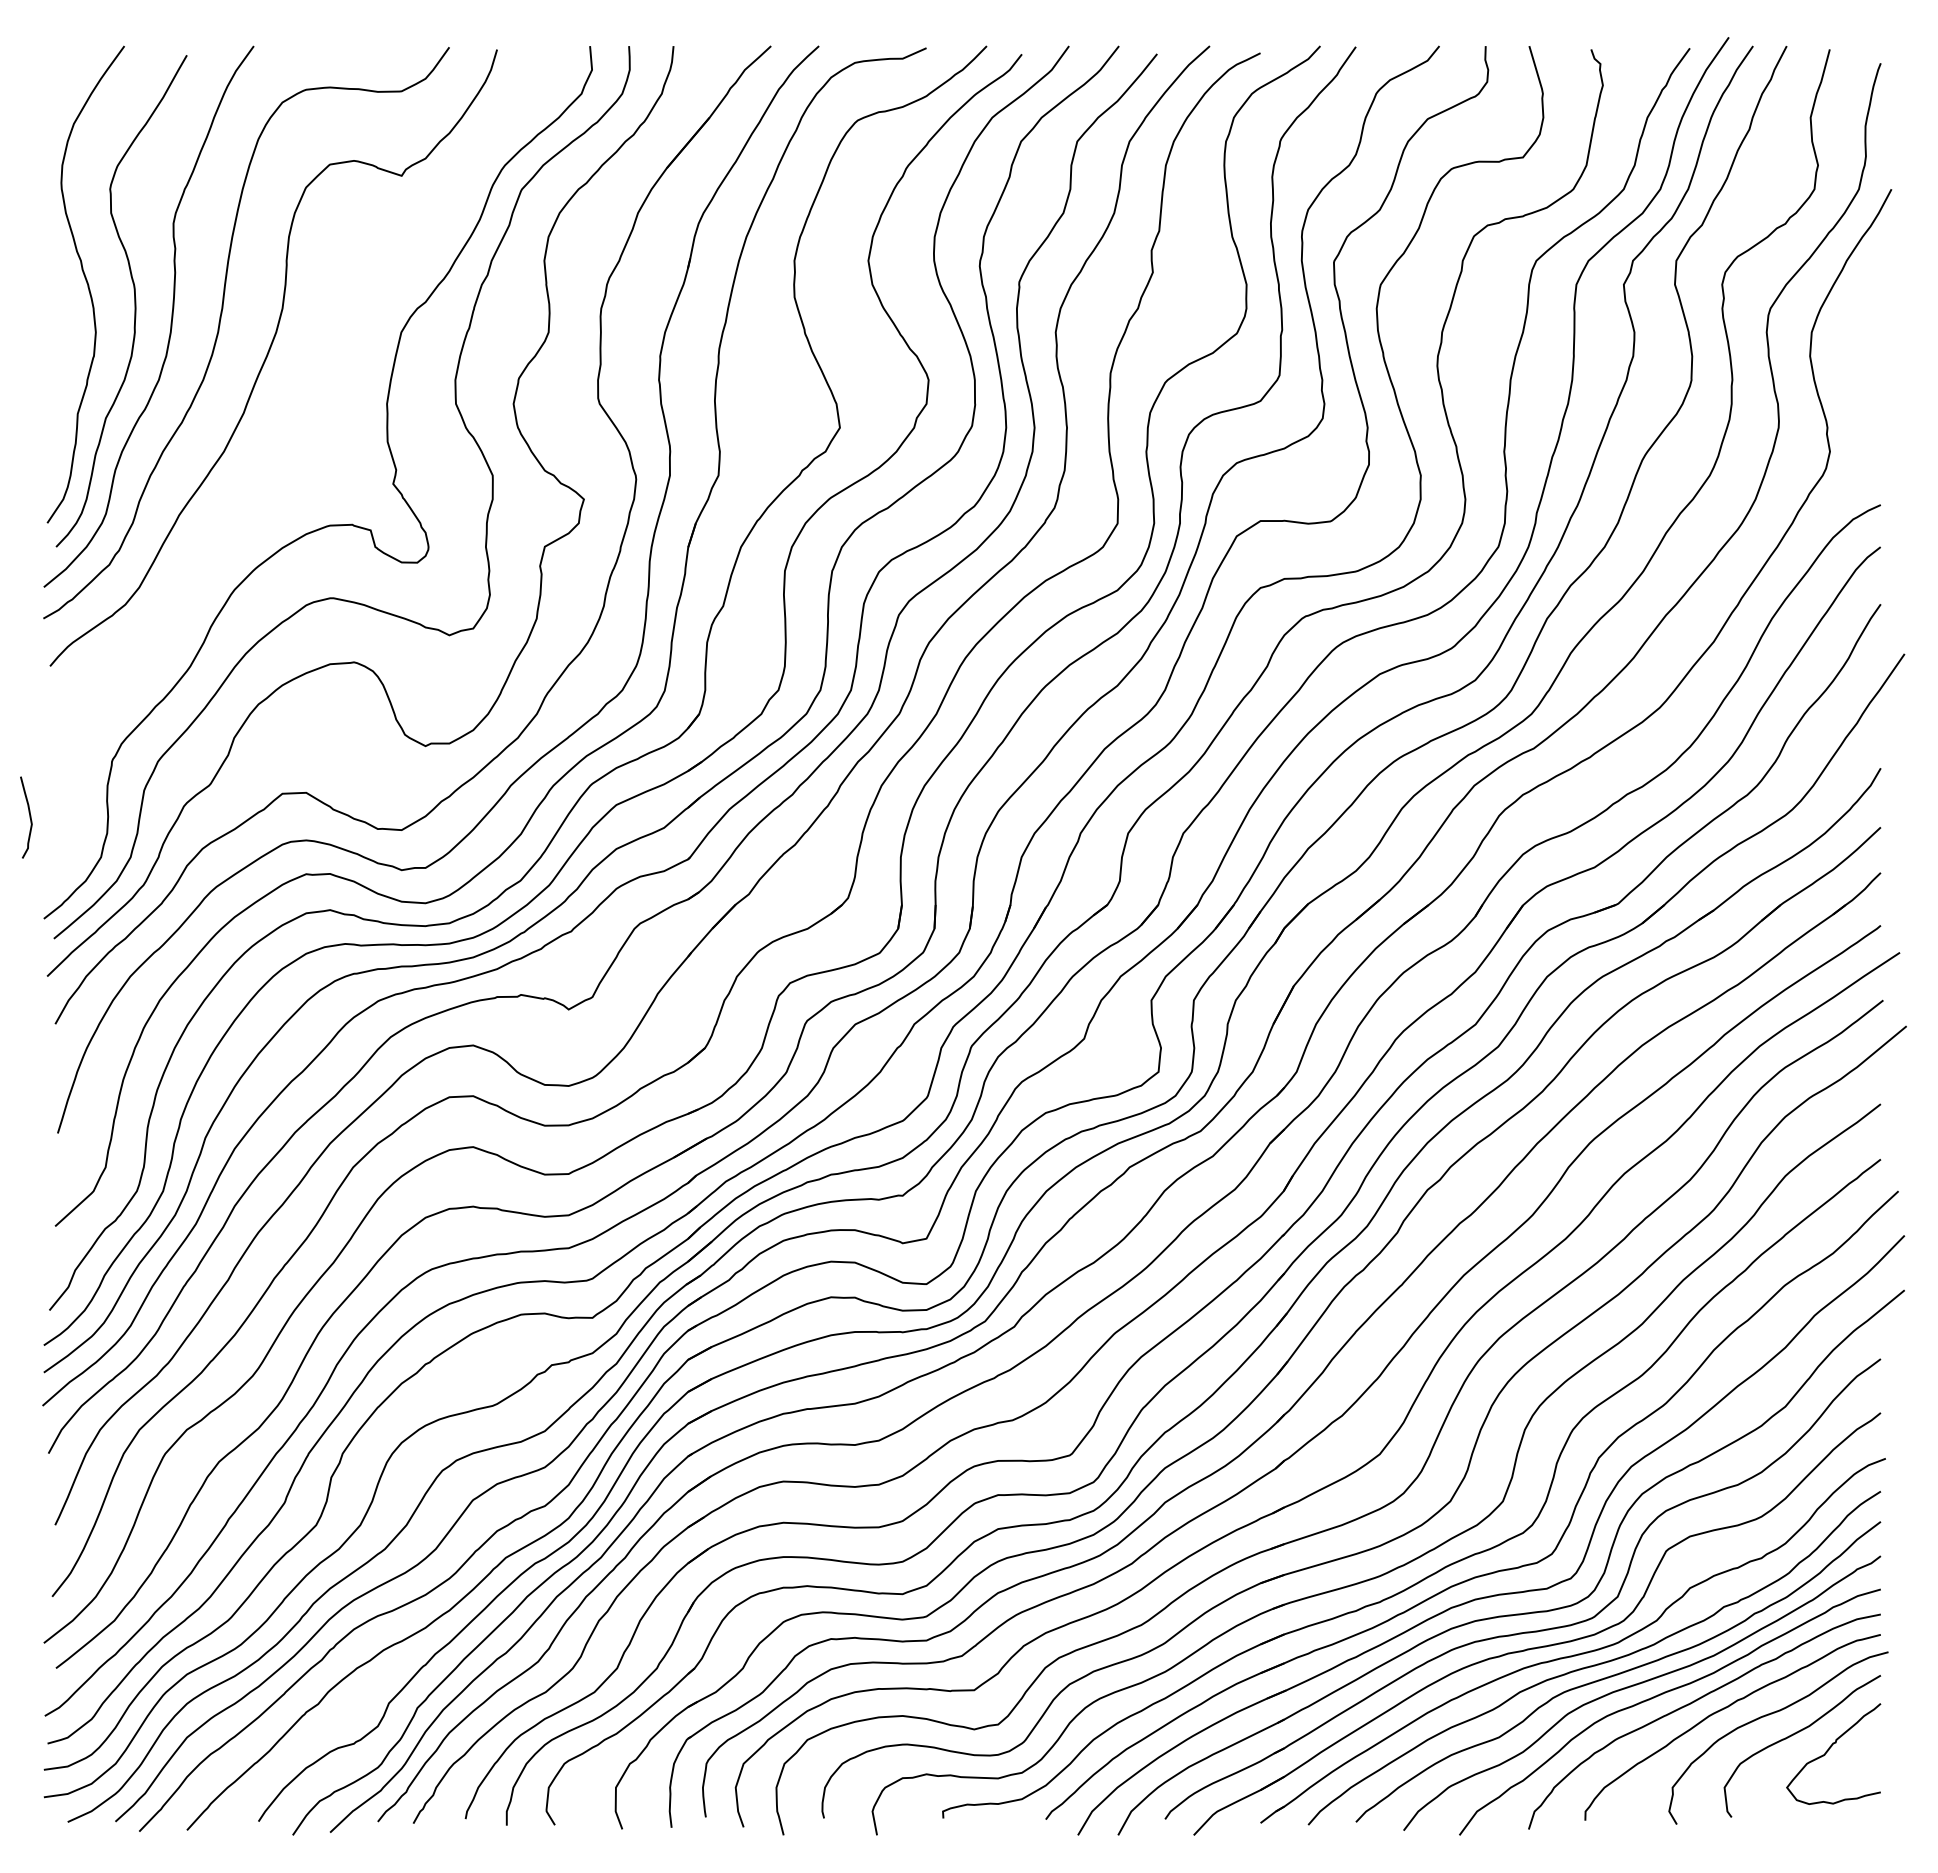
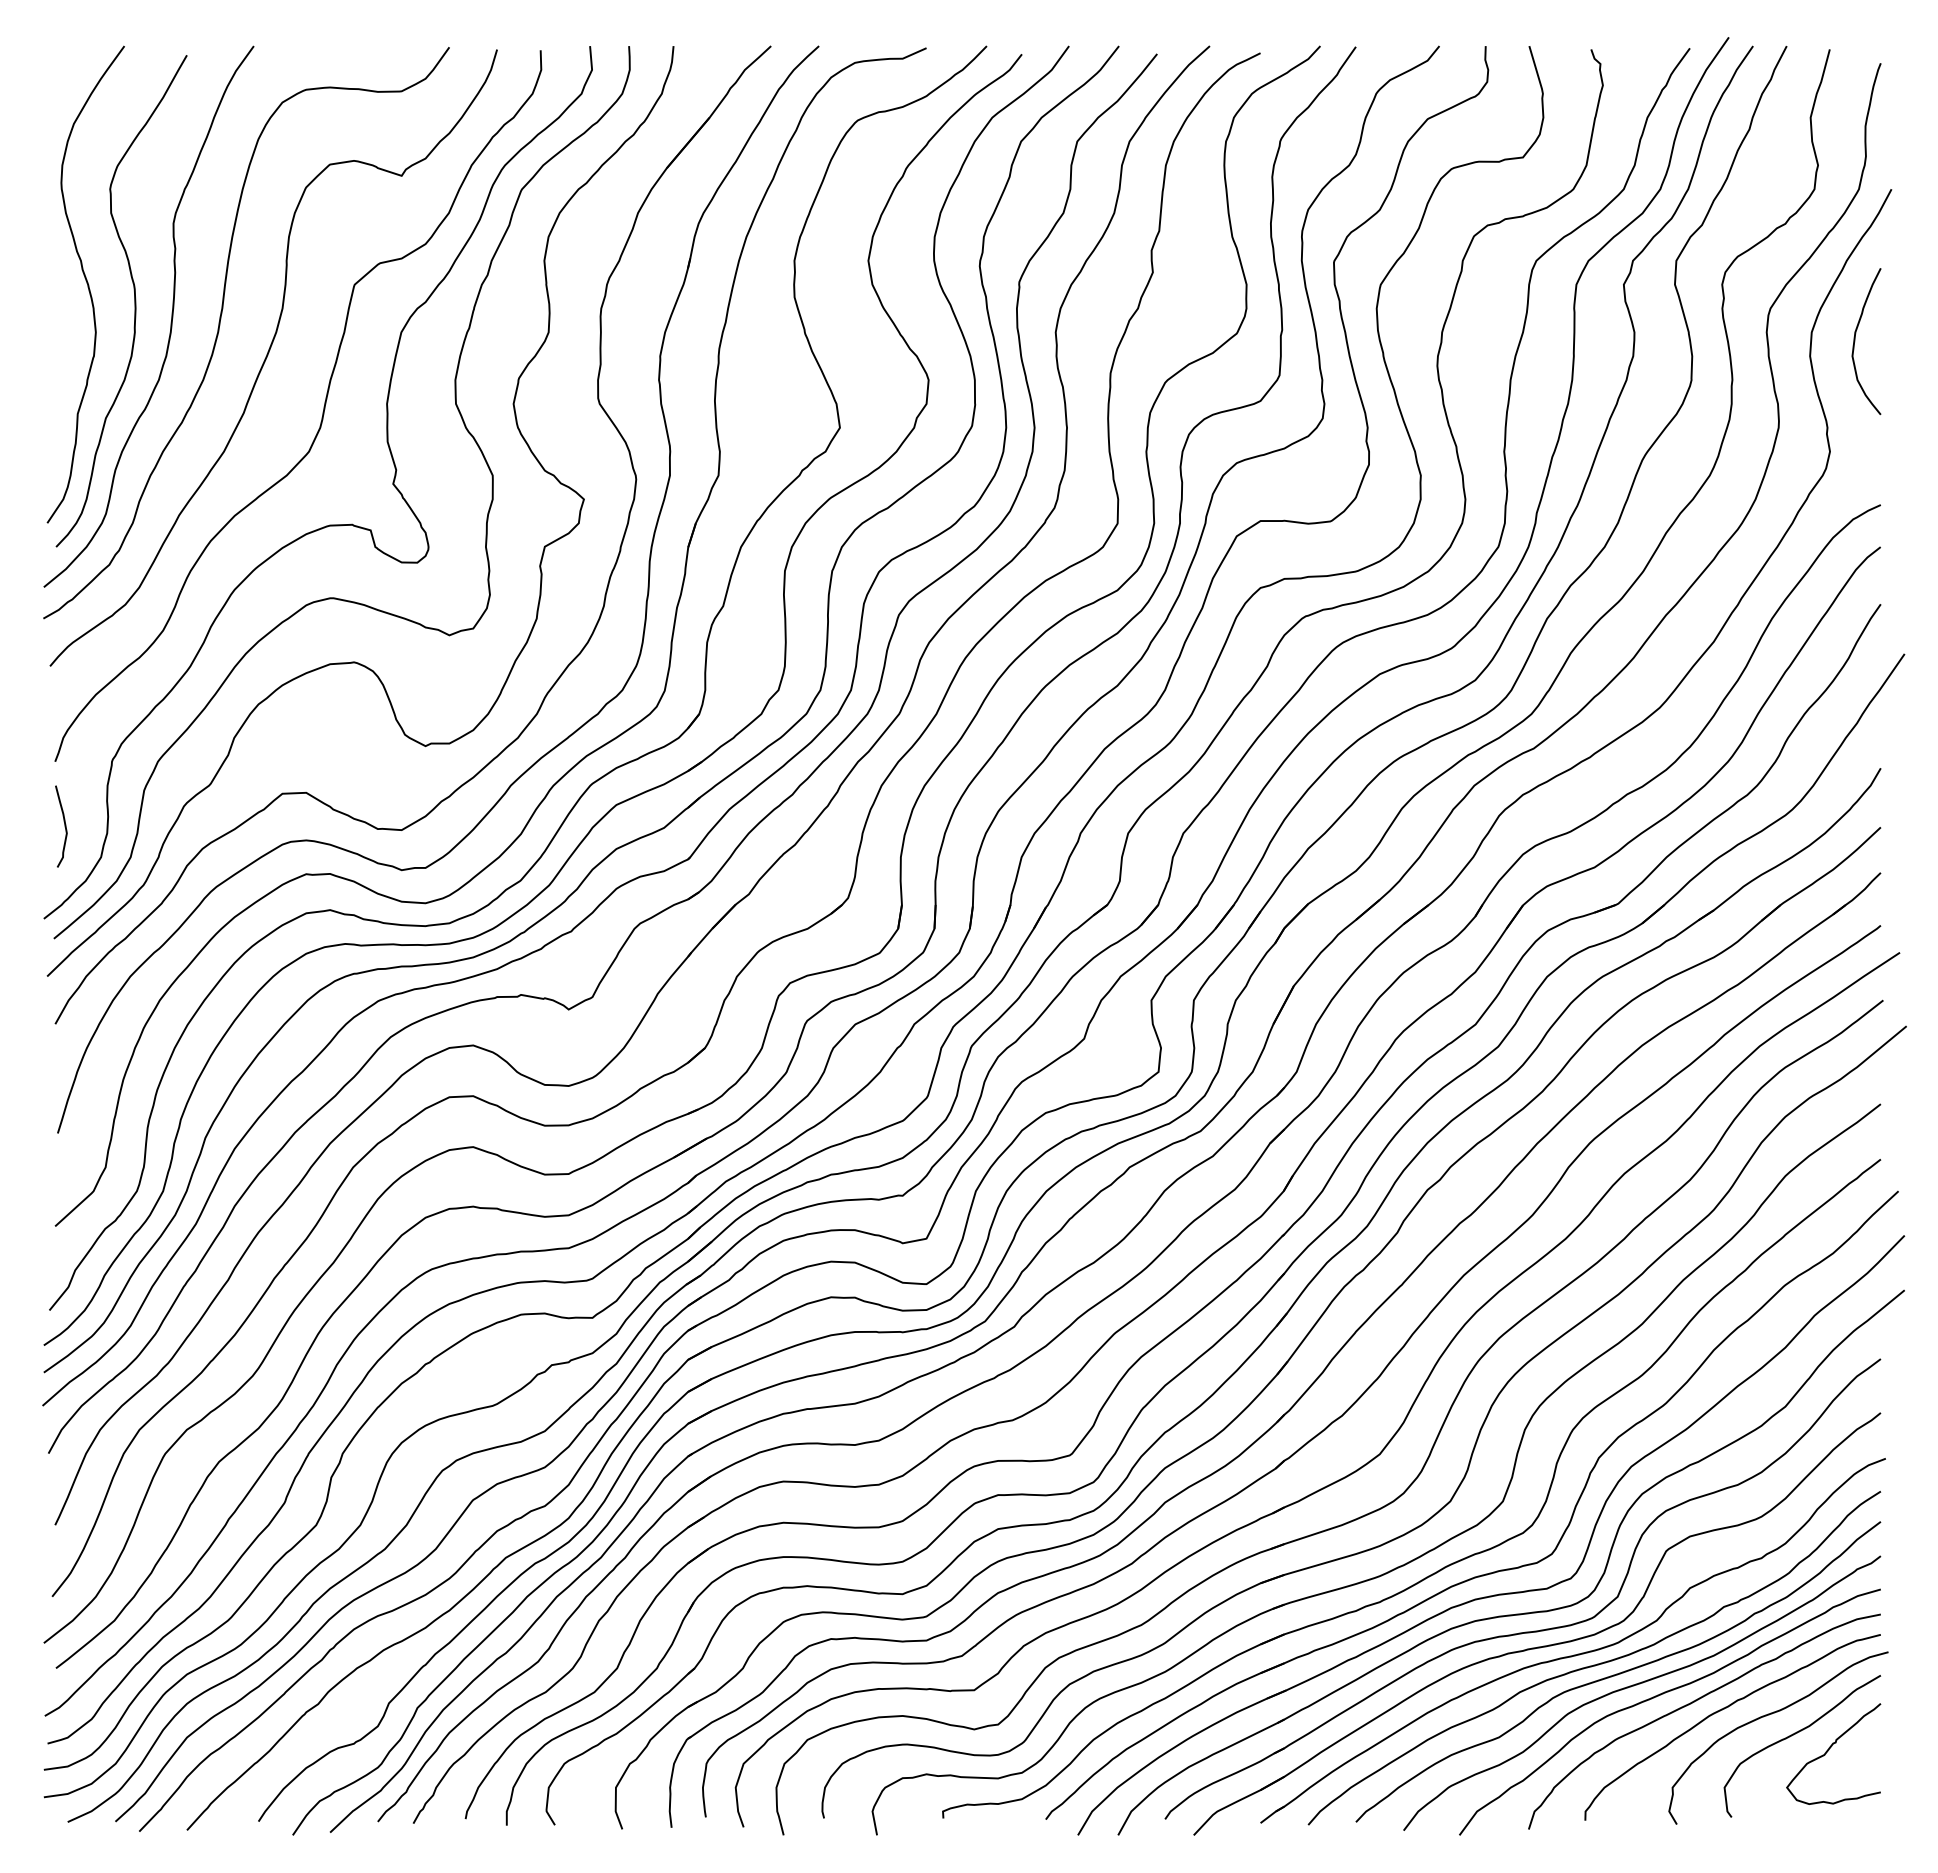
curve at (1855, 341): none -> present
curve at (322, 412): none -> present
curve at (29, 817) position: (29, 817) -> (64, 826)
